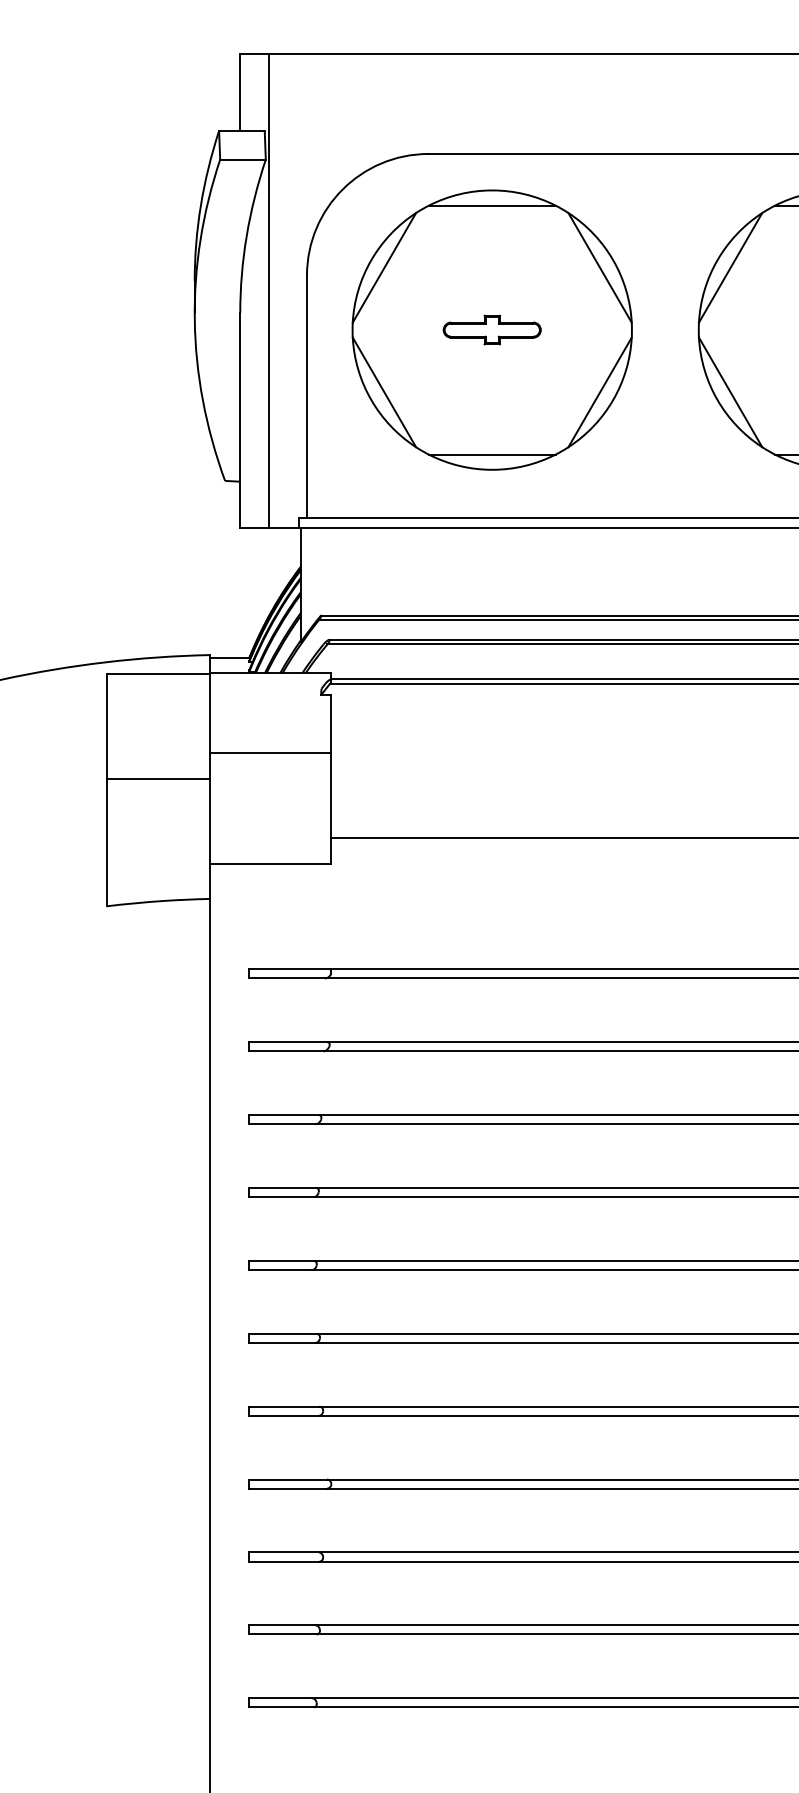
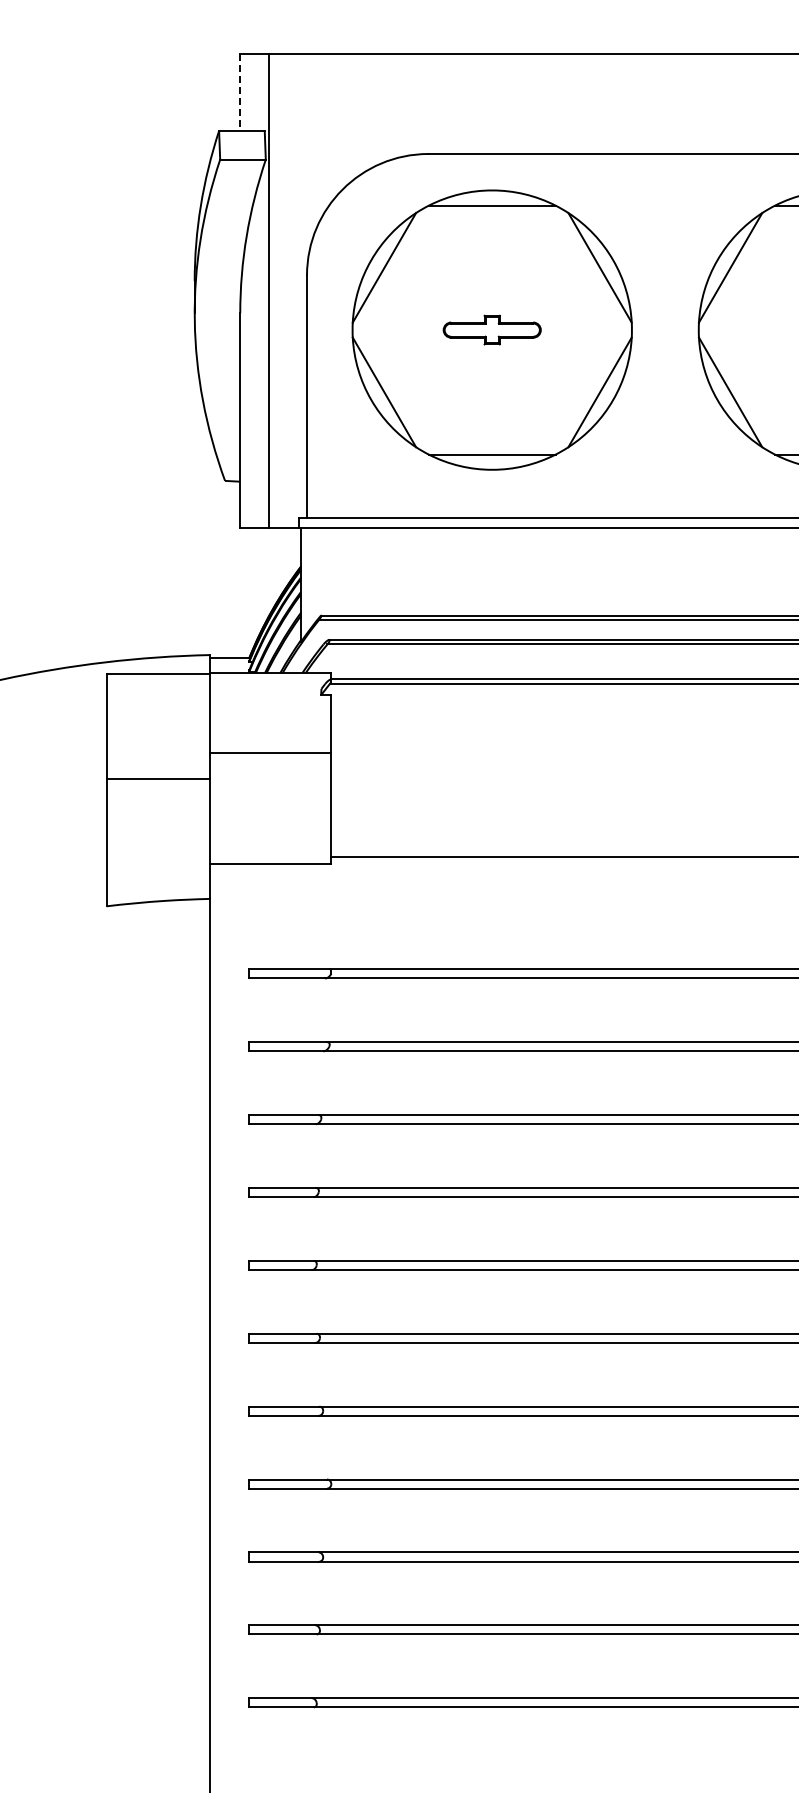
line at (240, 92): solid -> dashed
line at (563, 838) position: (563, 838) -> (563, 857)
